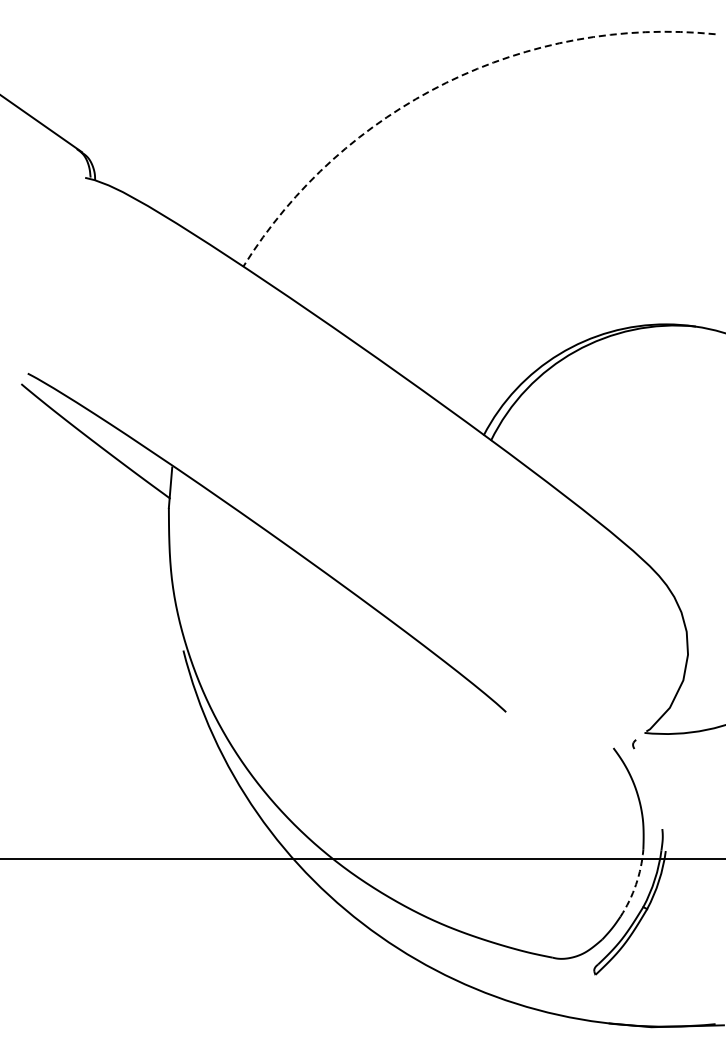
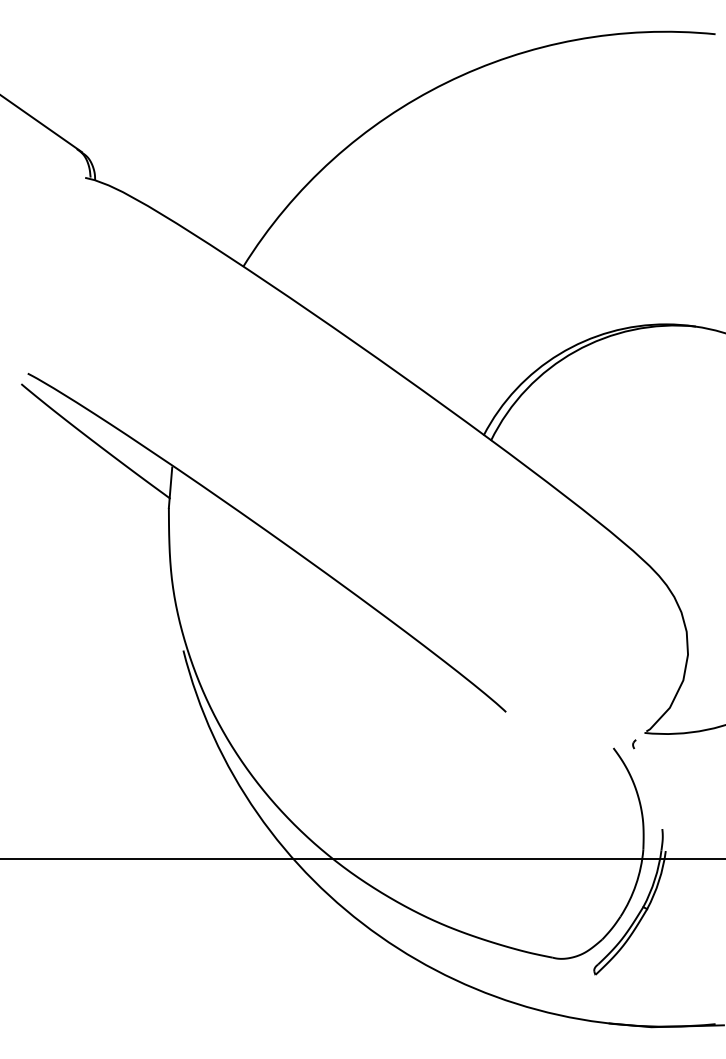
arc at (446, 82): dashed -> solid
arc at (636, 884): dashed -> solid
